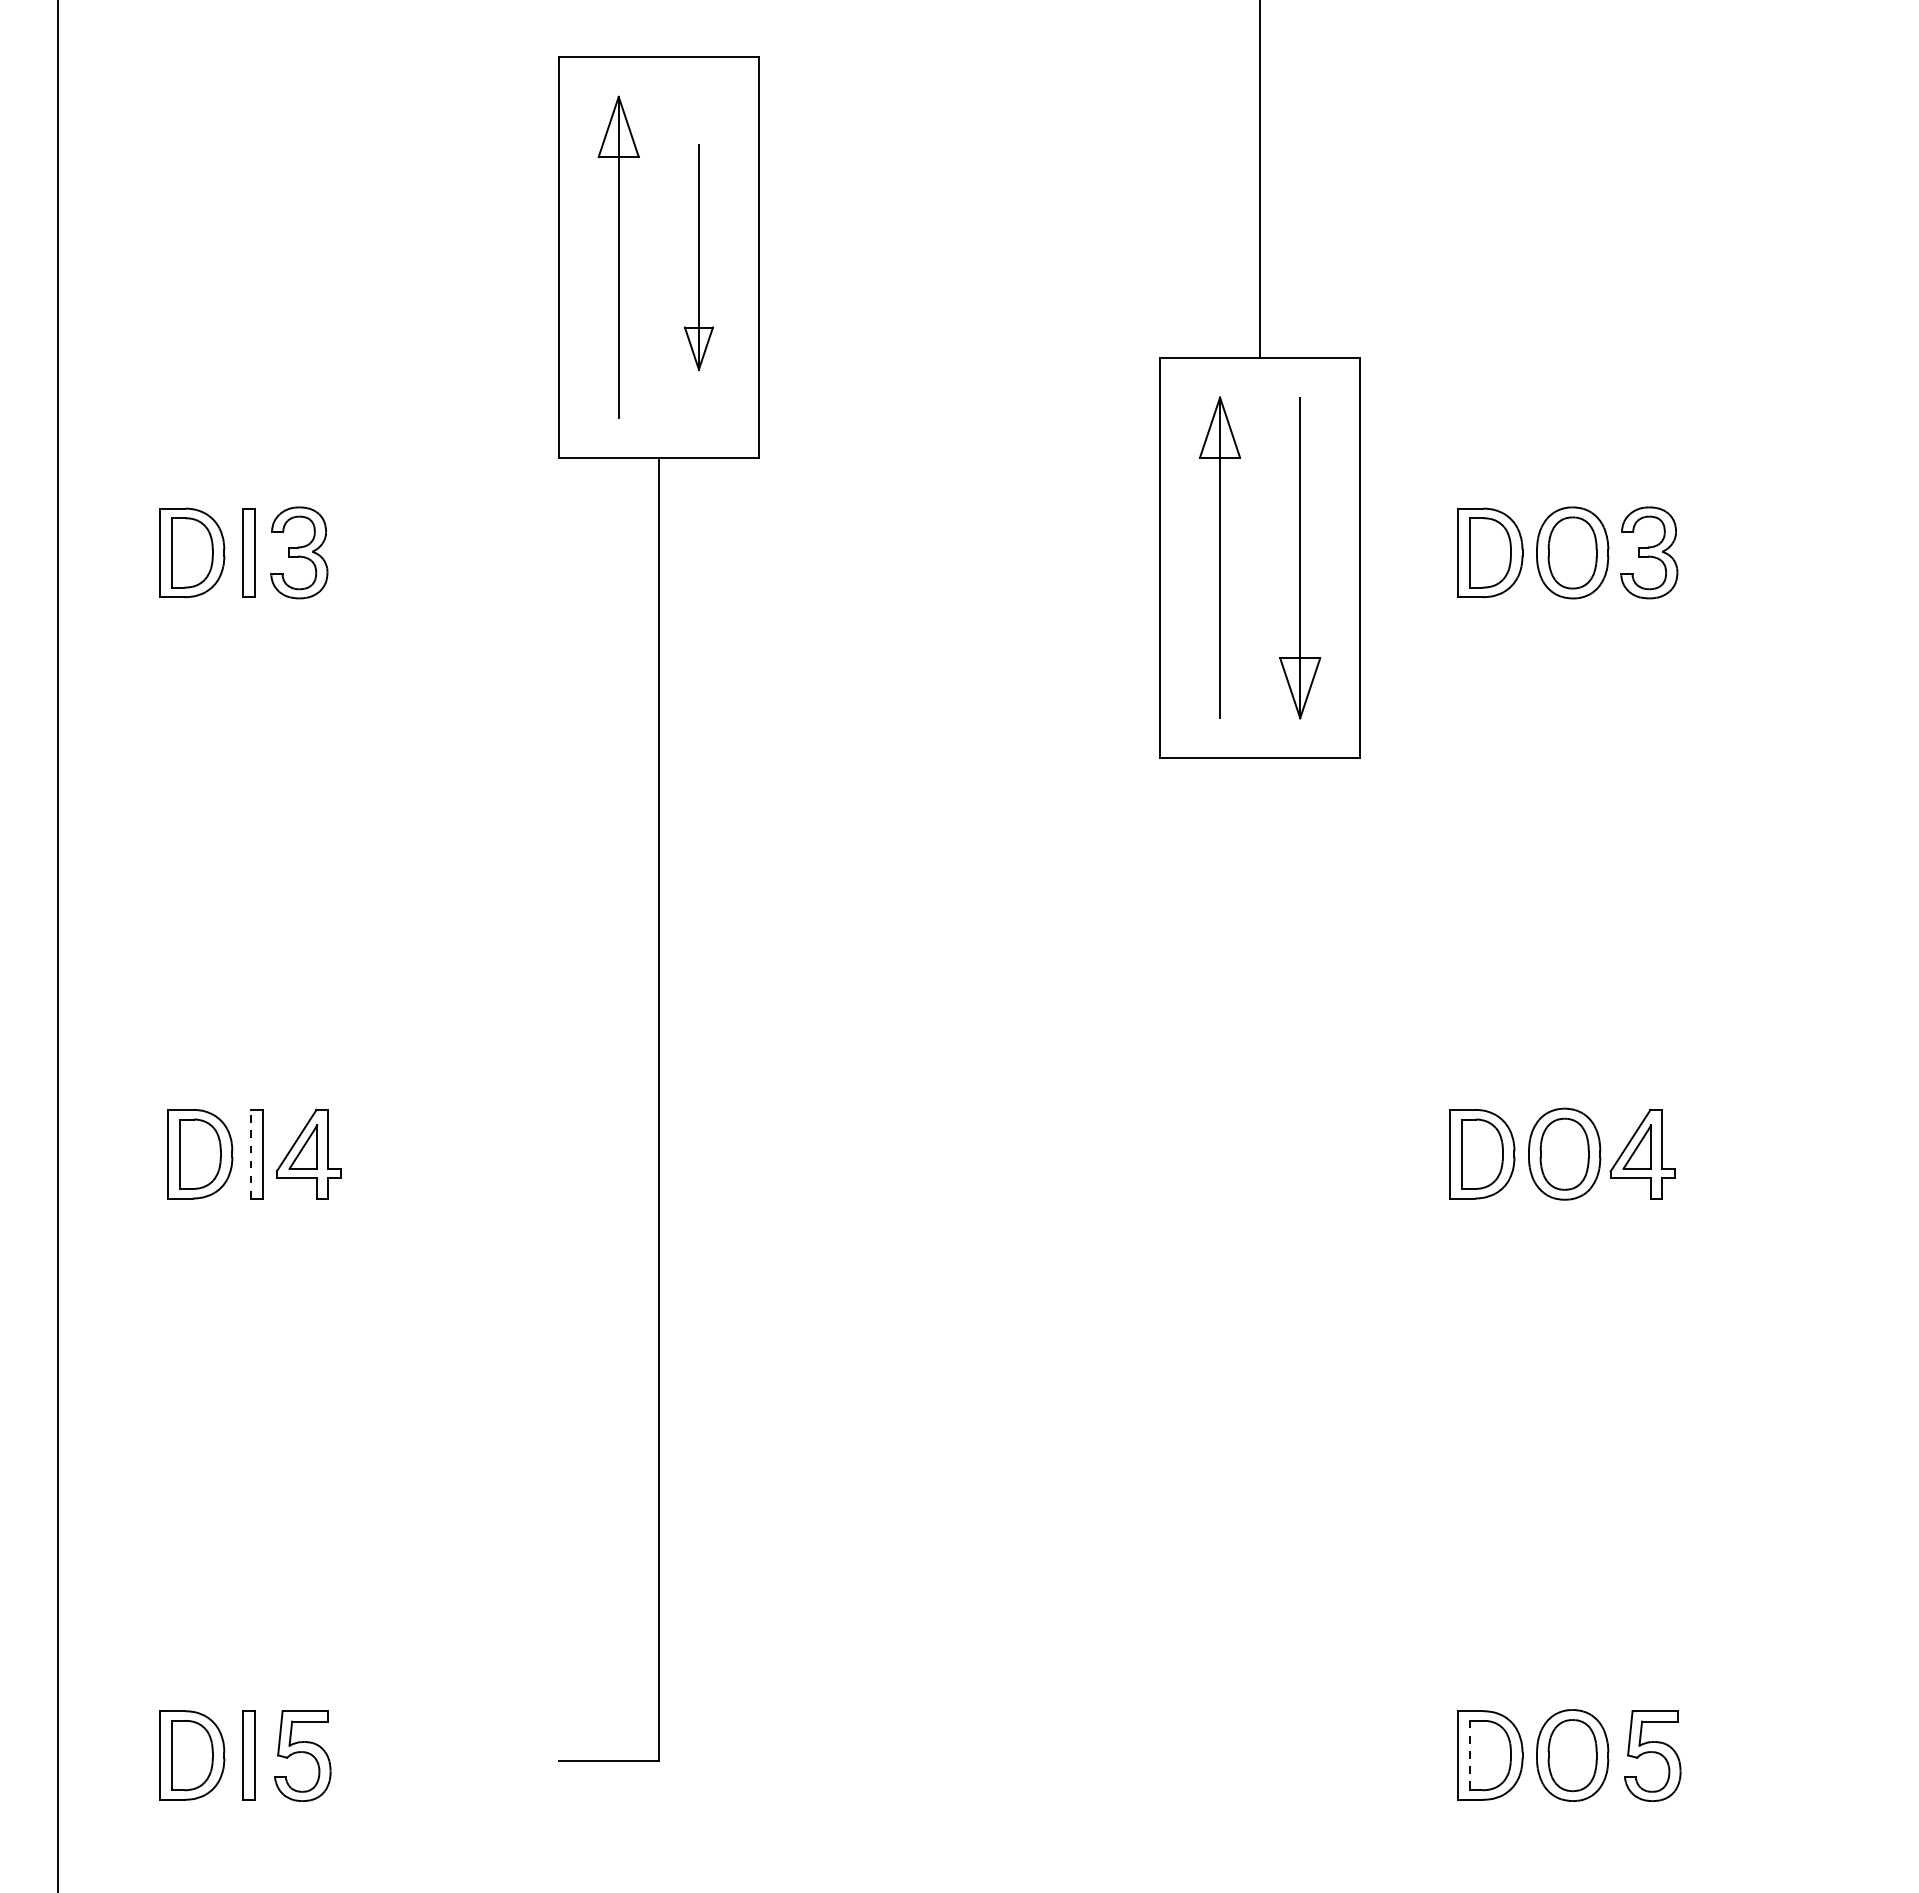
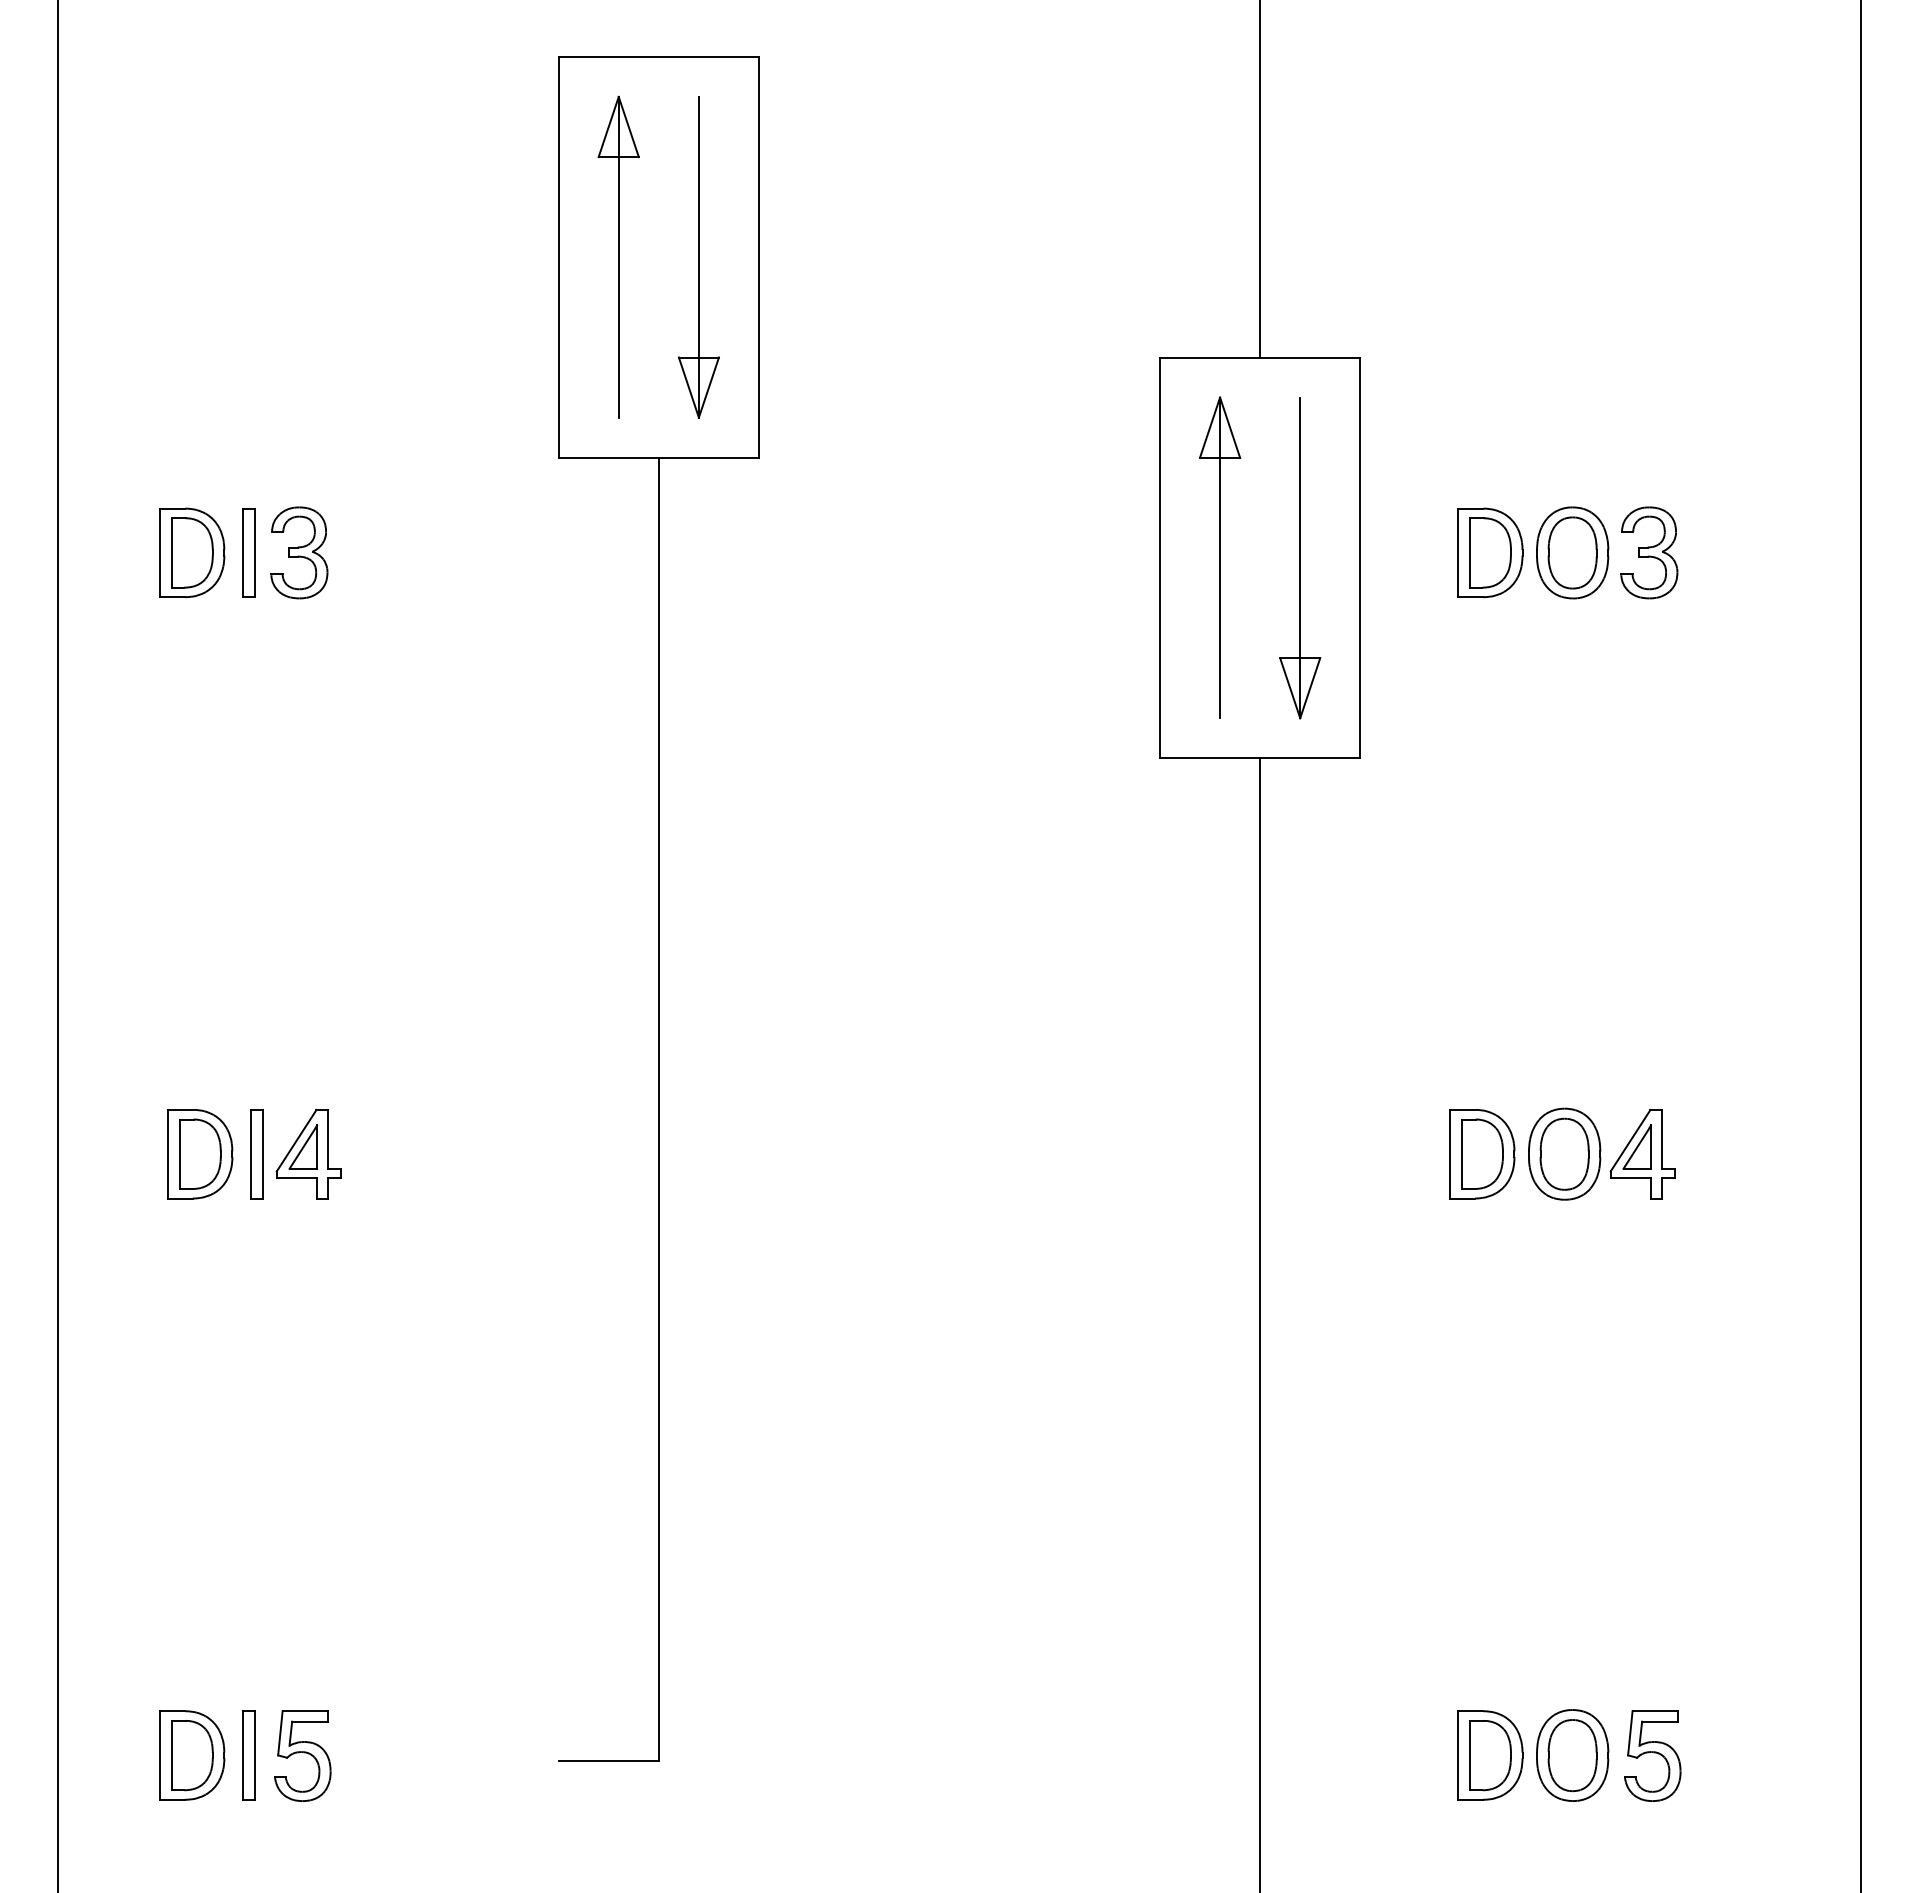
part at (698, 257) size: 30x227 px -> 42x323 px
line at (1861, 945): none -> present
line at (250, 1153): dashed -> solid
line at (1260, 1323): none -> present
line at (1470, 1755): dashed -> solid
